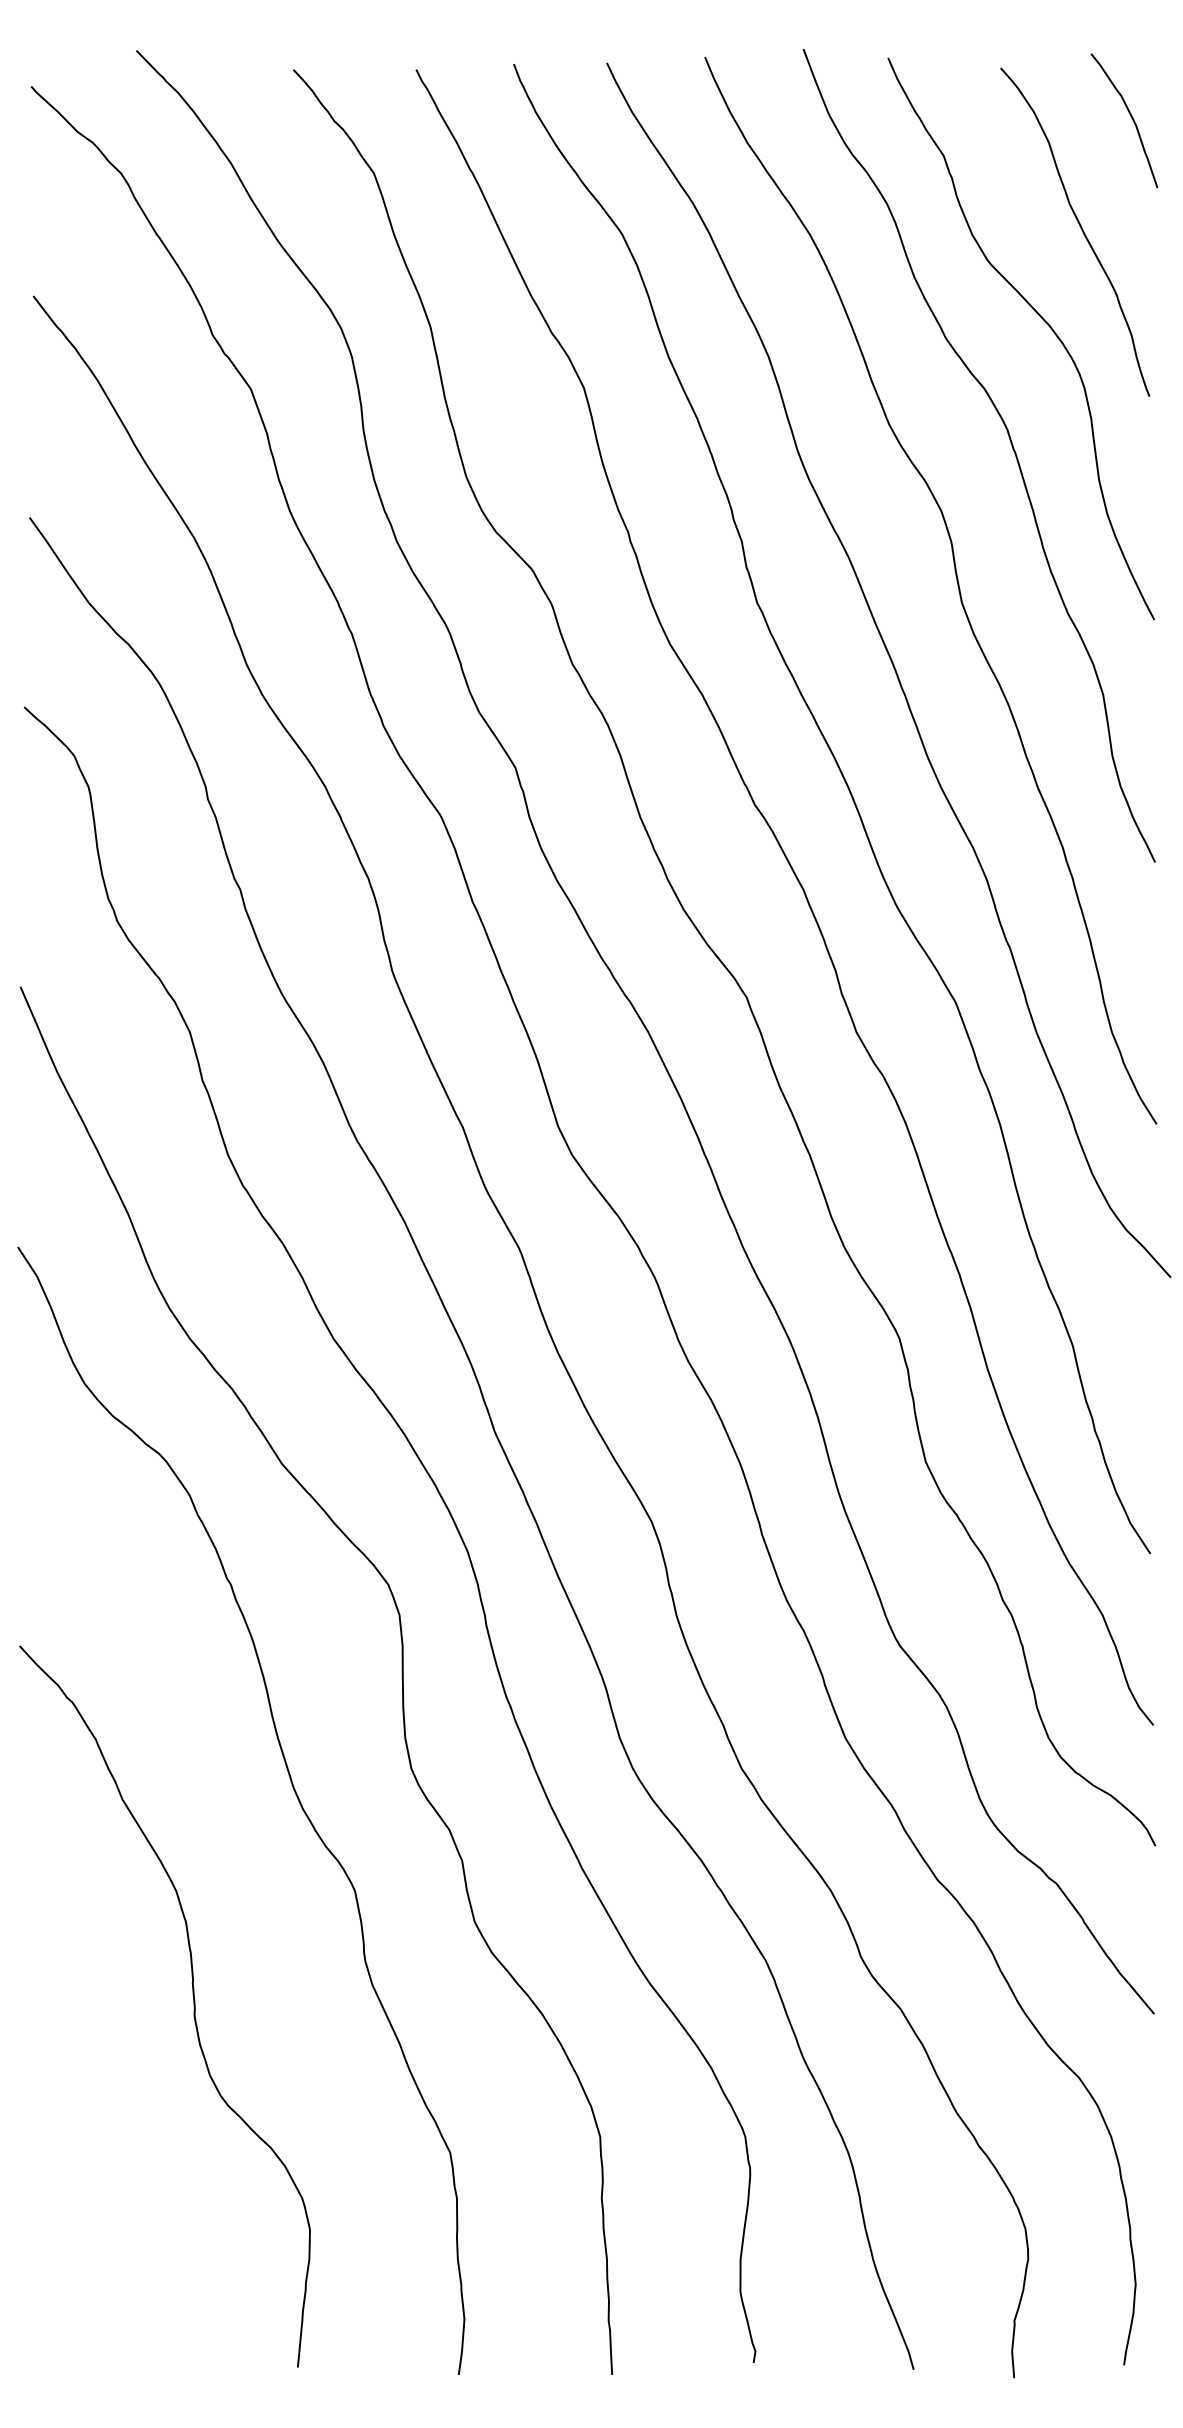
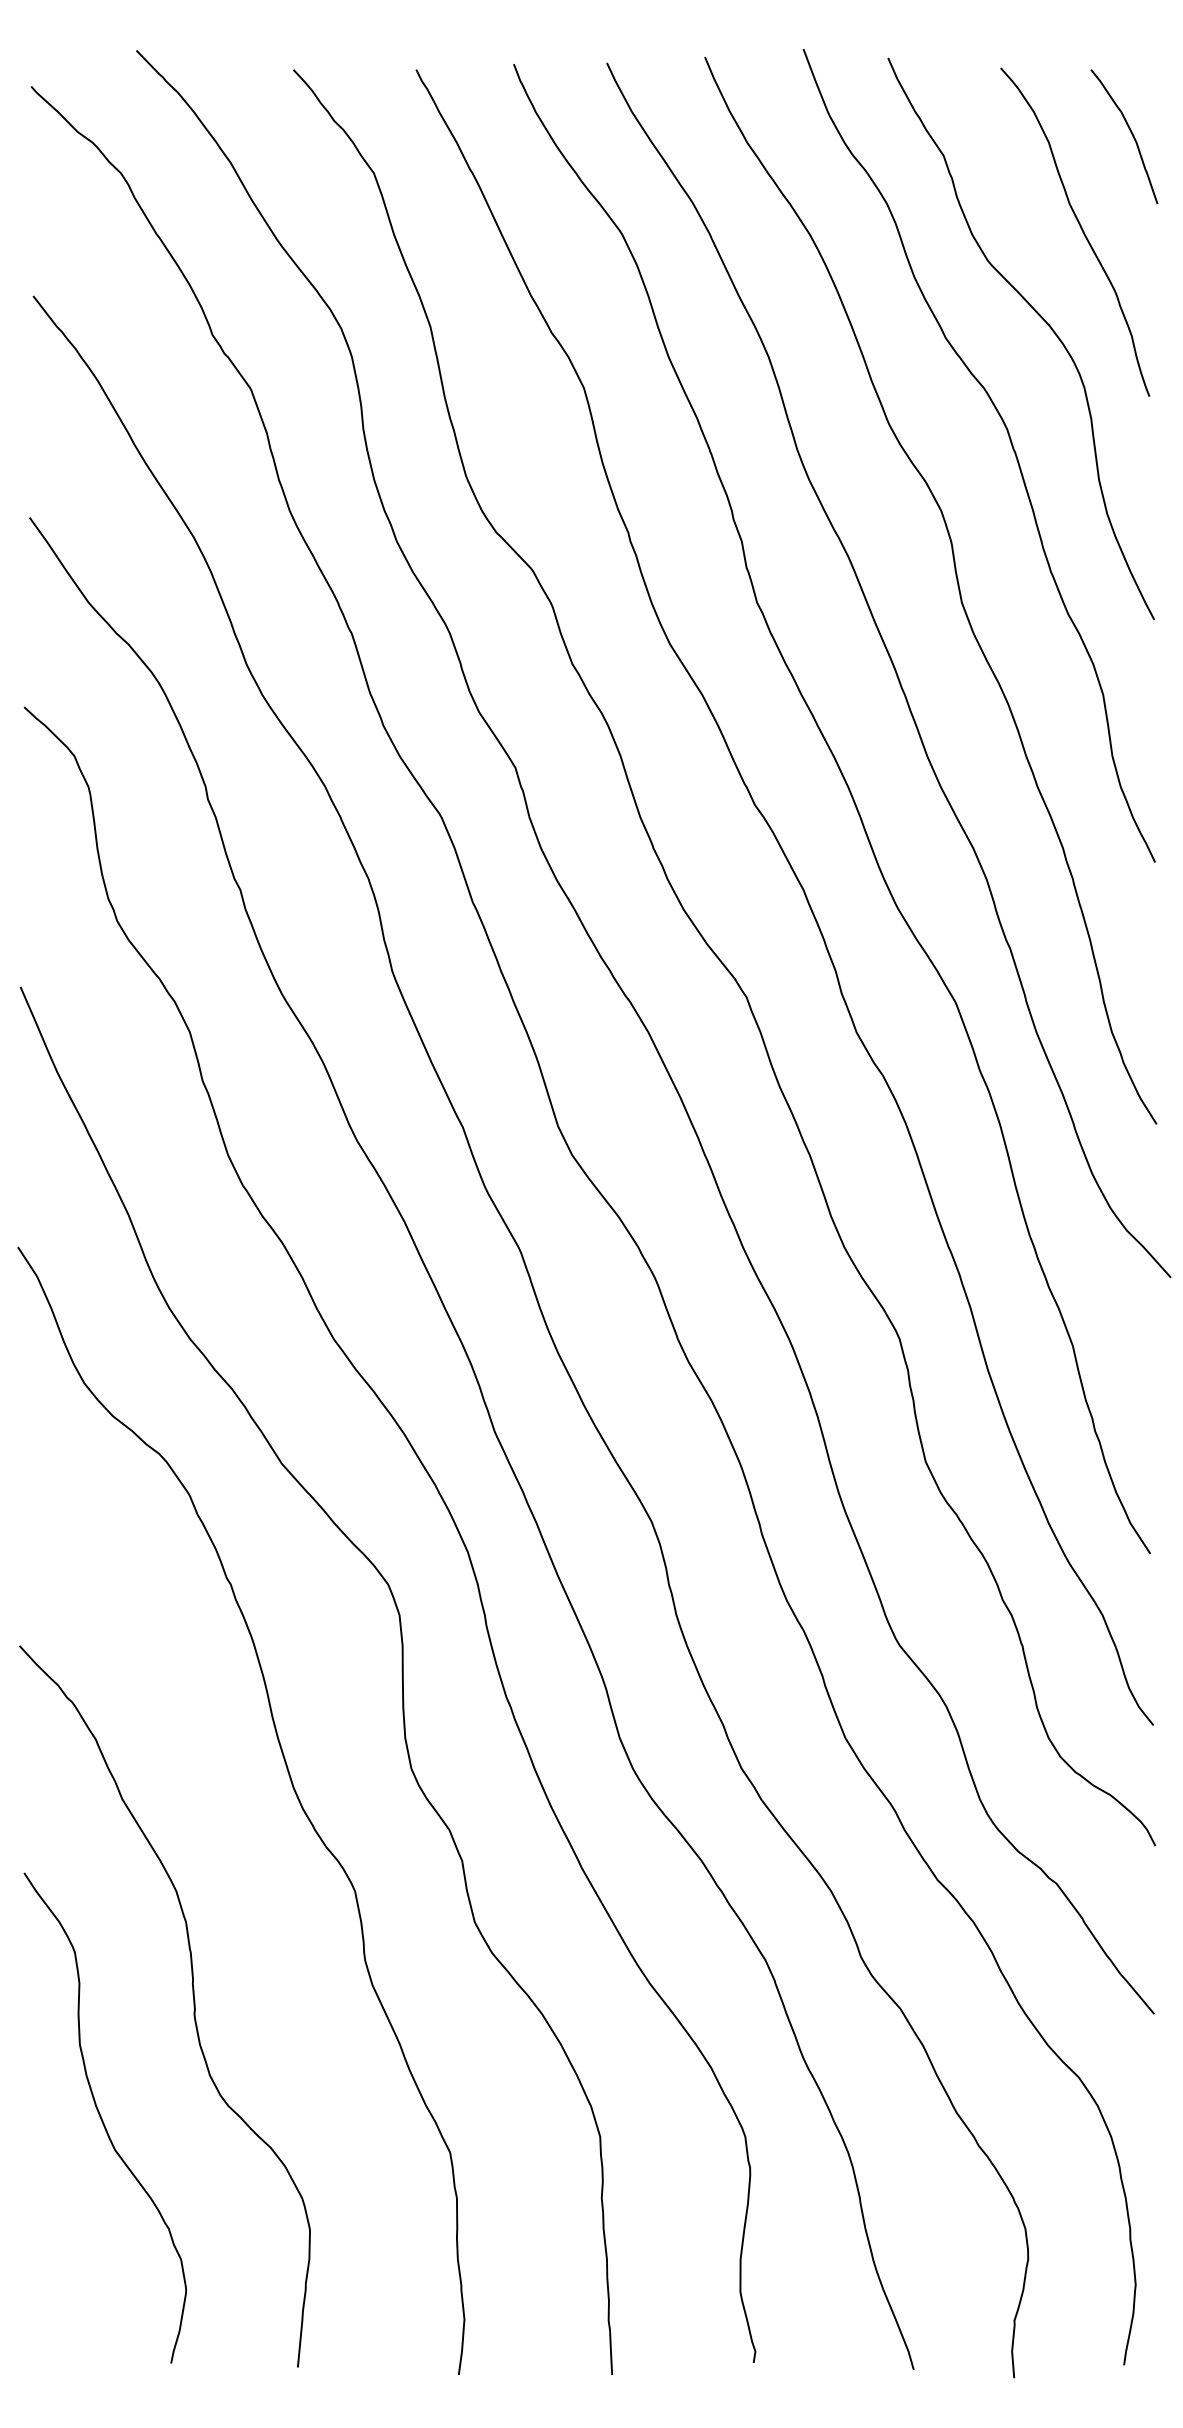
curve at (1130, 116) position: (1130, 116) -> (1130, 132)
curve at (102, 2118): none -> present
